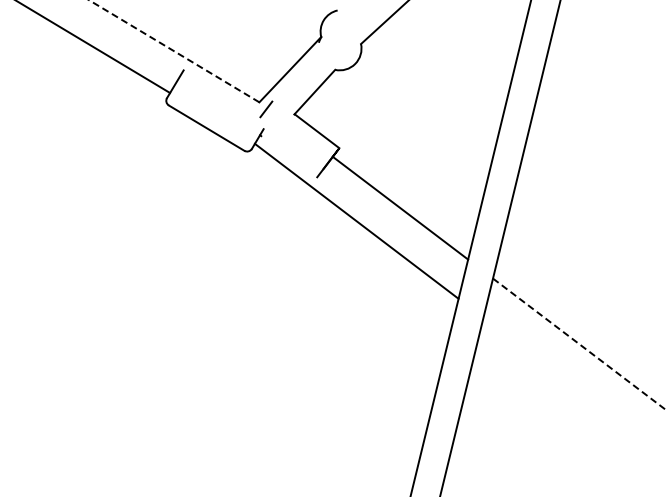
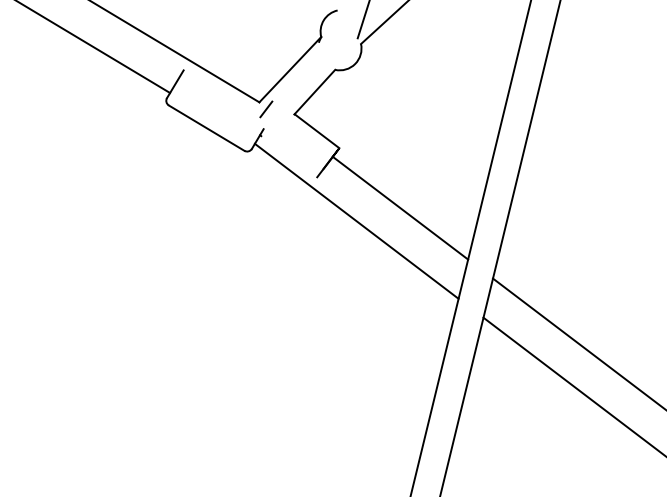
line at (363, 20): none -> present
line at (173, 51): dashed -> solid
line at (579, 344): dashed -> solid
line at (573, 385): none -> present
